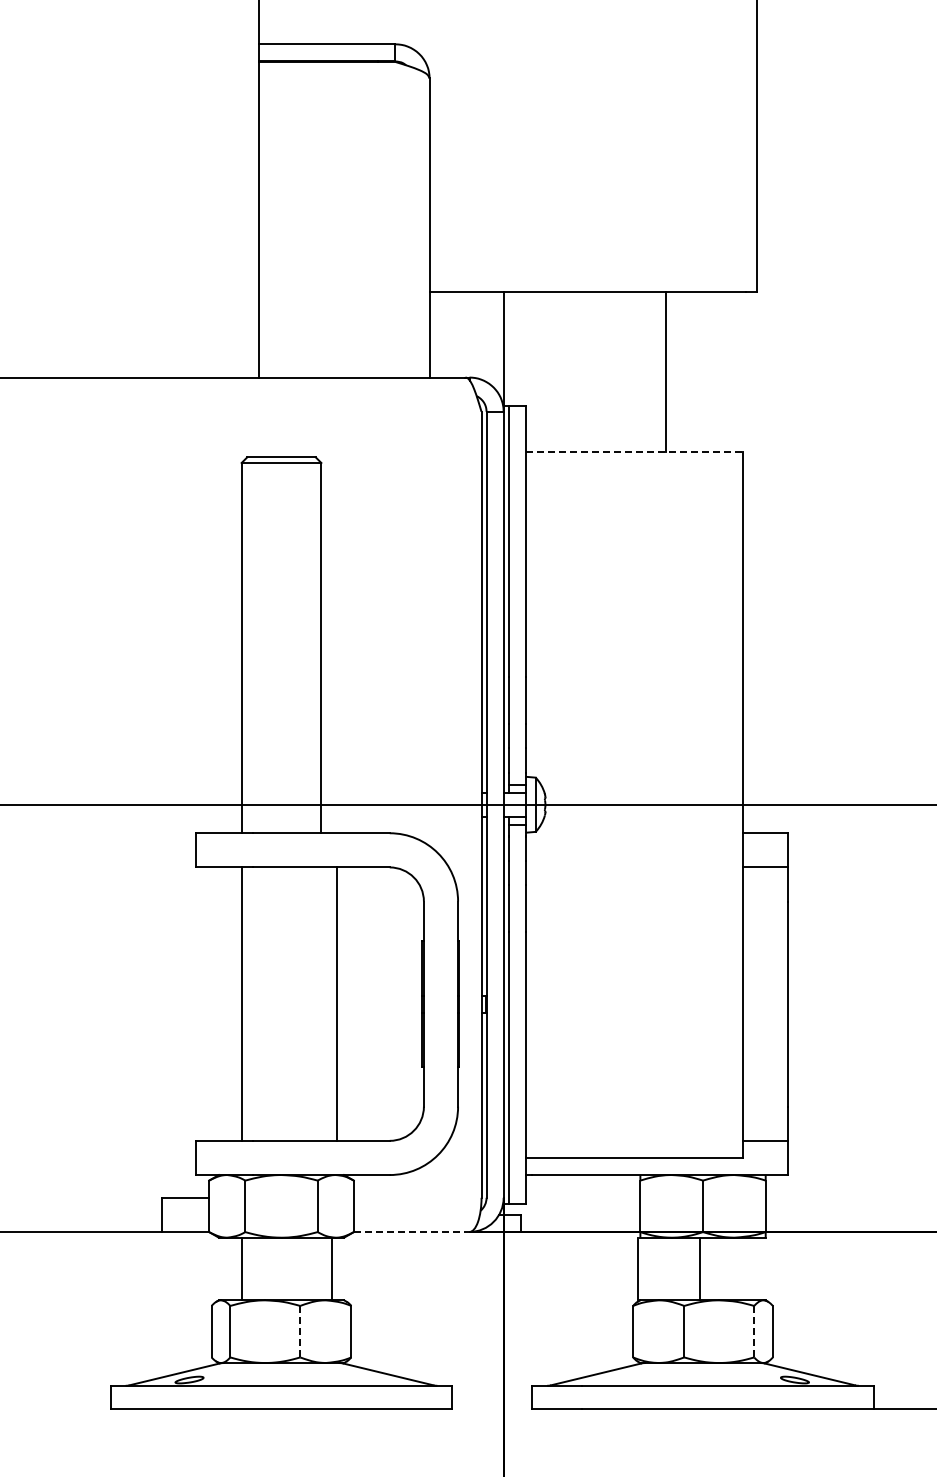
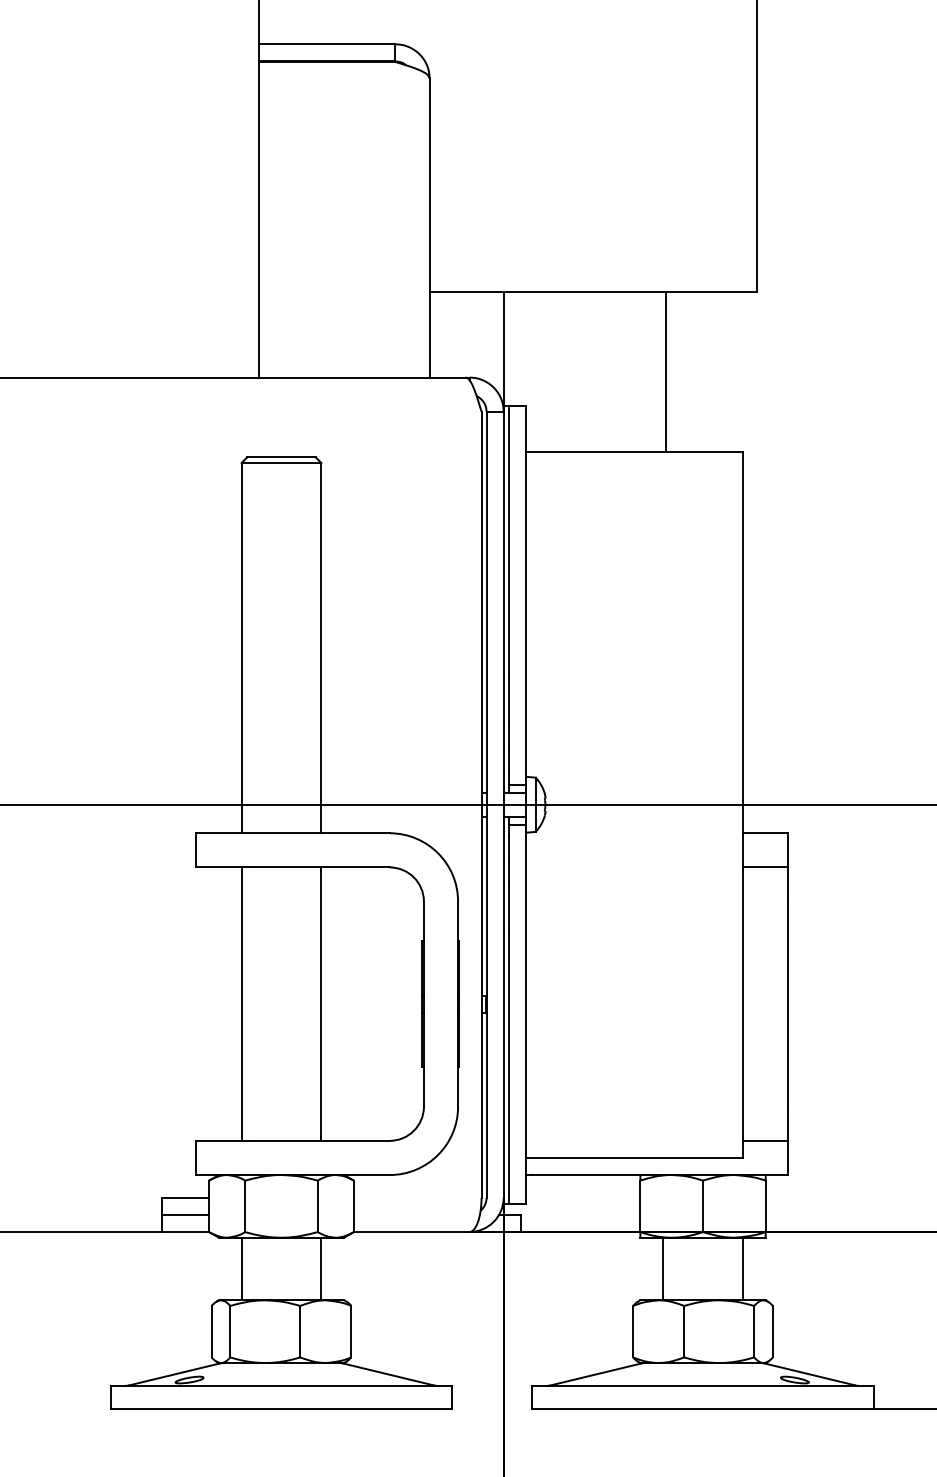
line at (635, 451): dashed -> solid
line at (337, 1003) position: (337, 1003) -> (321, 1003)
line at (185, 1214): none -> present
line at (411, 1232): dashed -> solid
line at (332, 1268) position: (332, 1268) -> (321, 1268)
line at (638, 1268) position: (638, 1268) -> (663, 1268)
line at (699, 1268) position: (699, 1268) -> (742, 1268)
line at (300, 1331): dashed -> solid
line at (754, 1331): dashed -> solid
